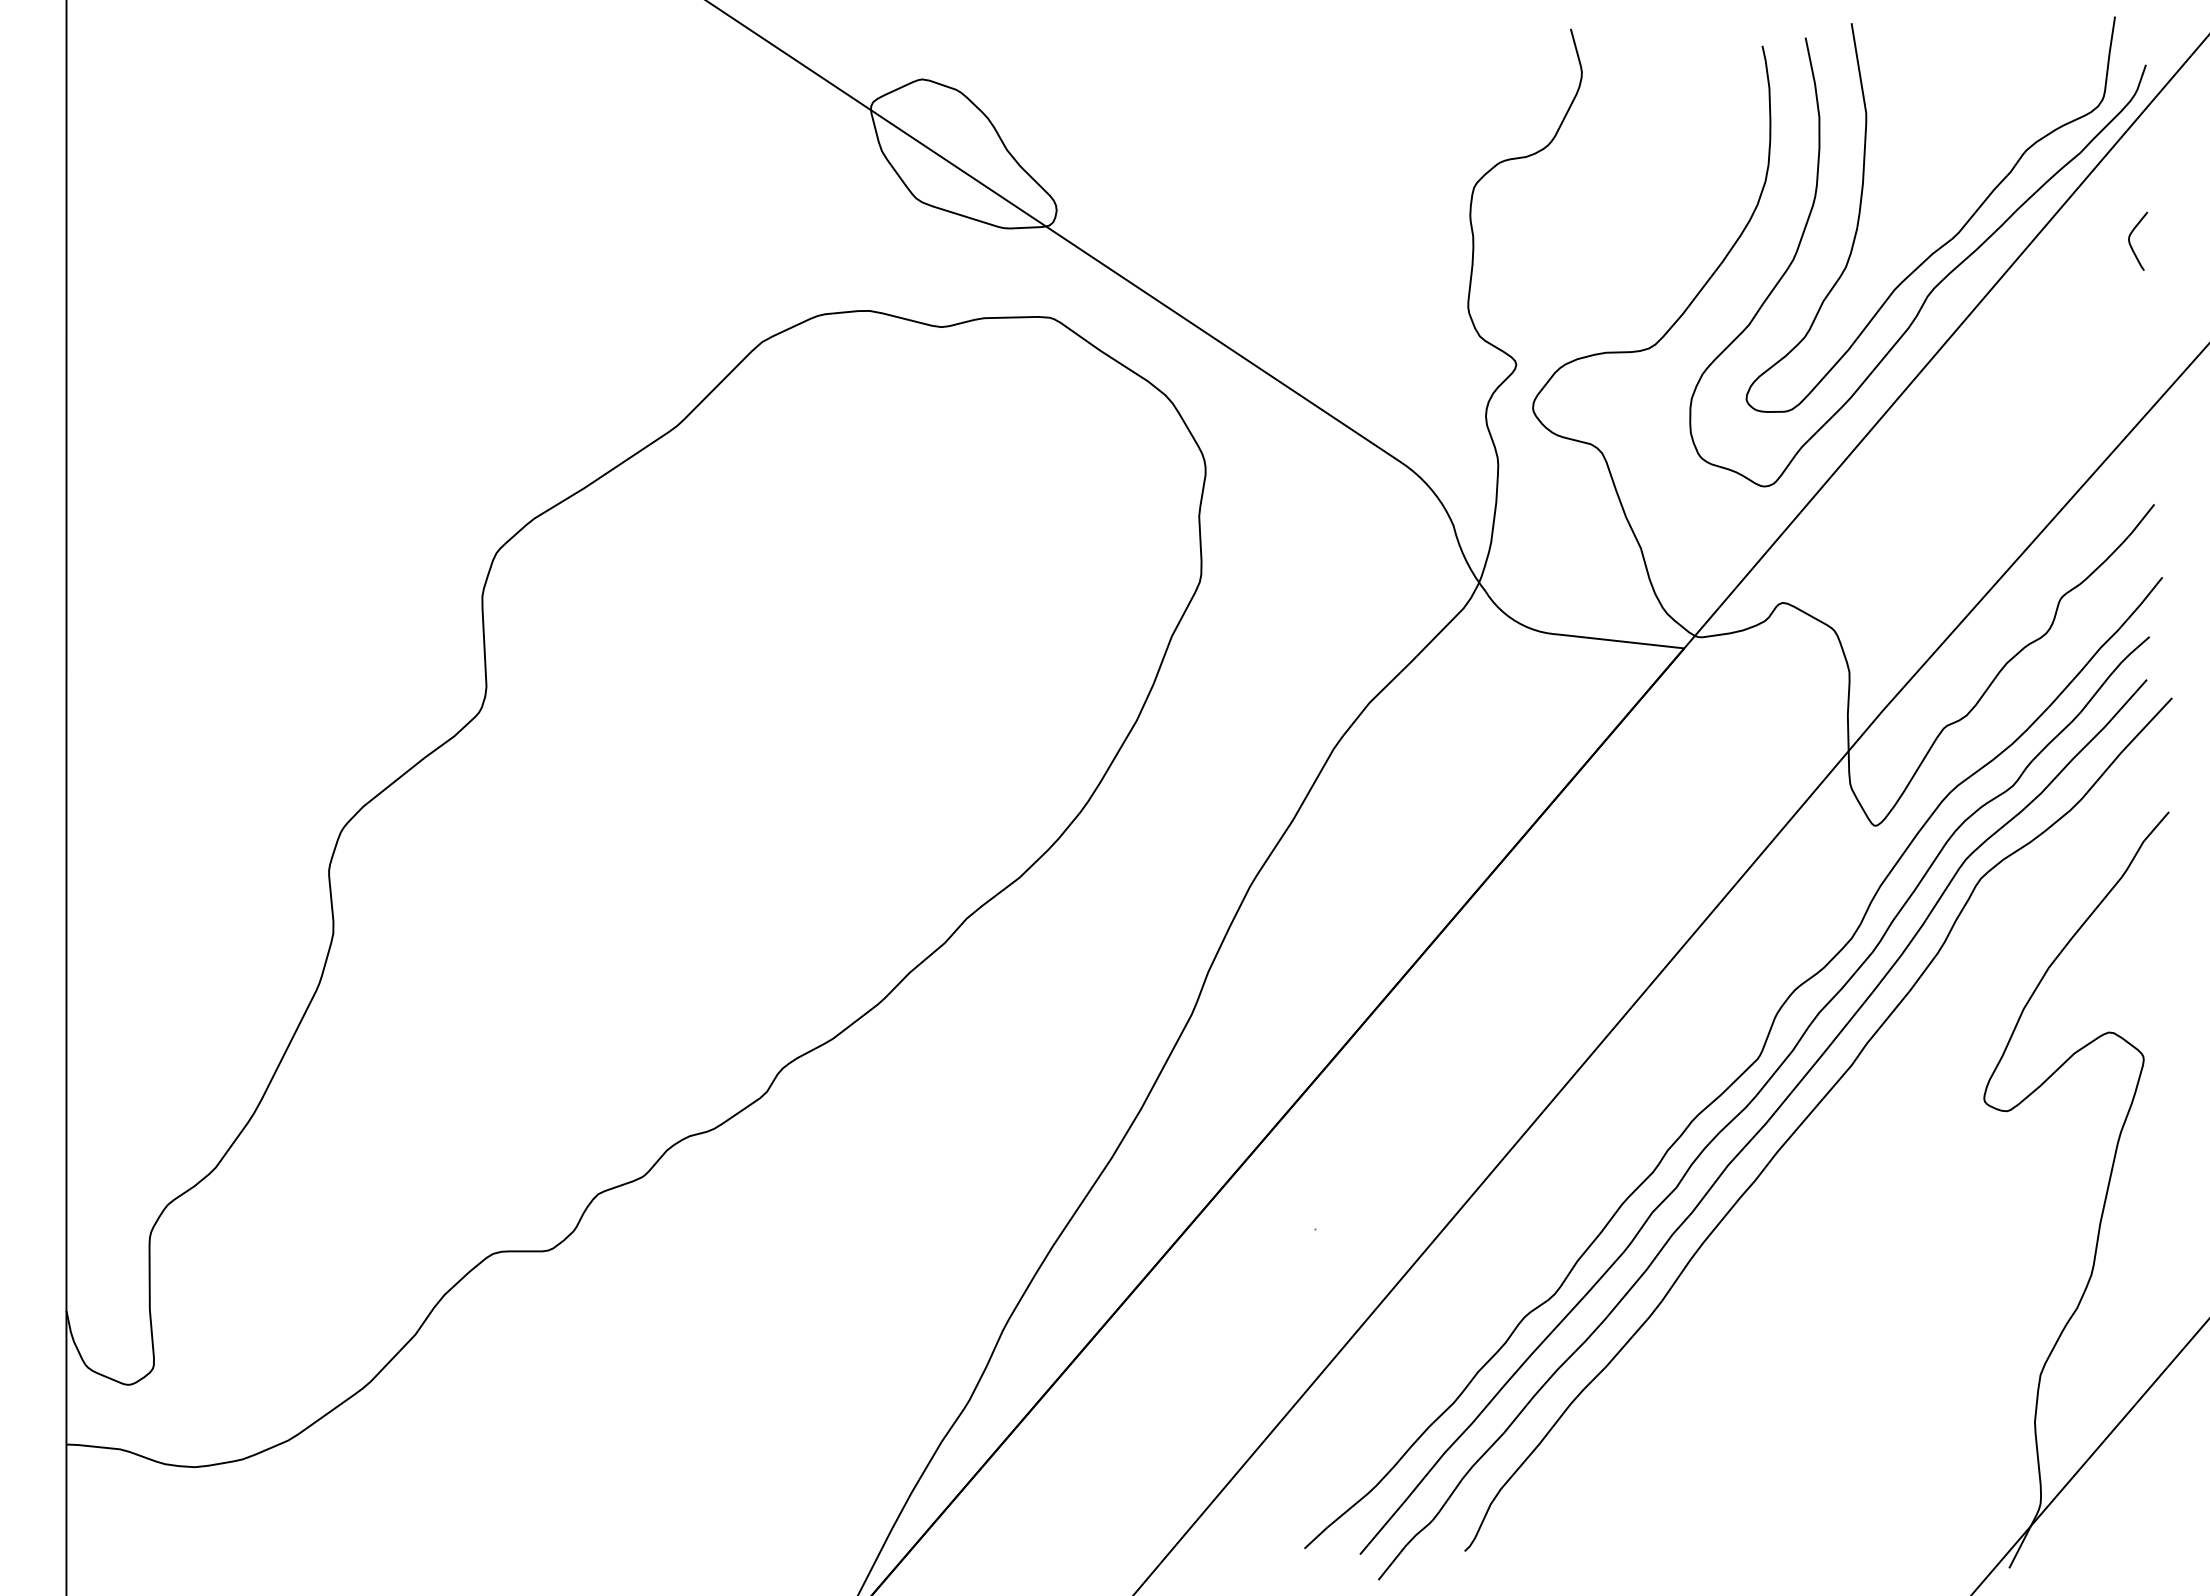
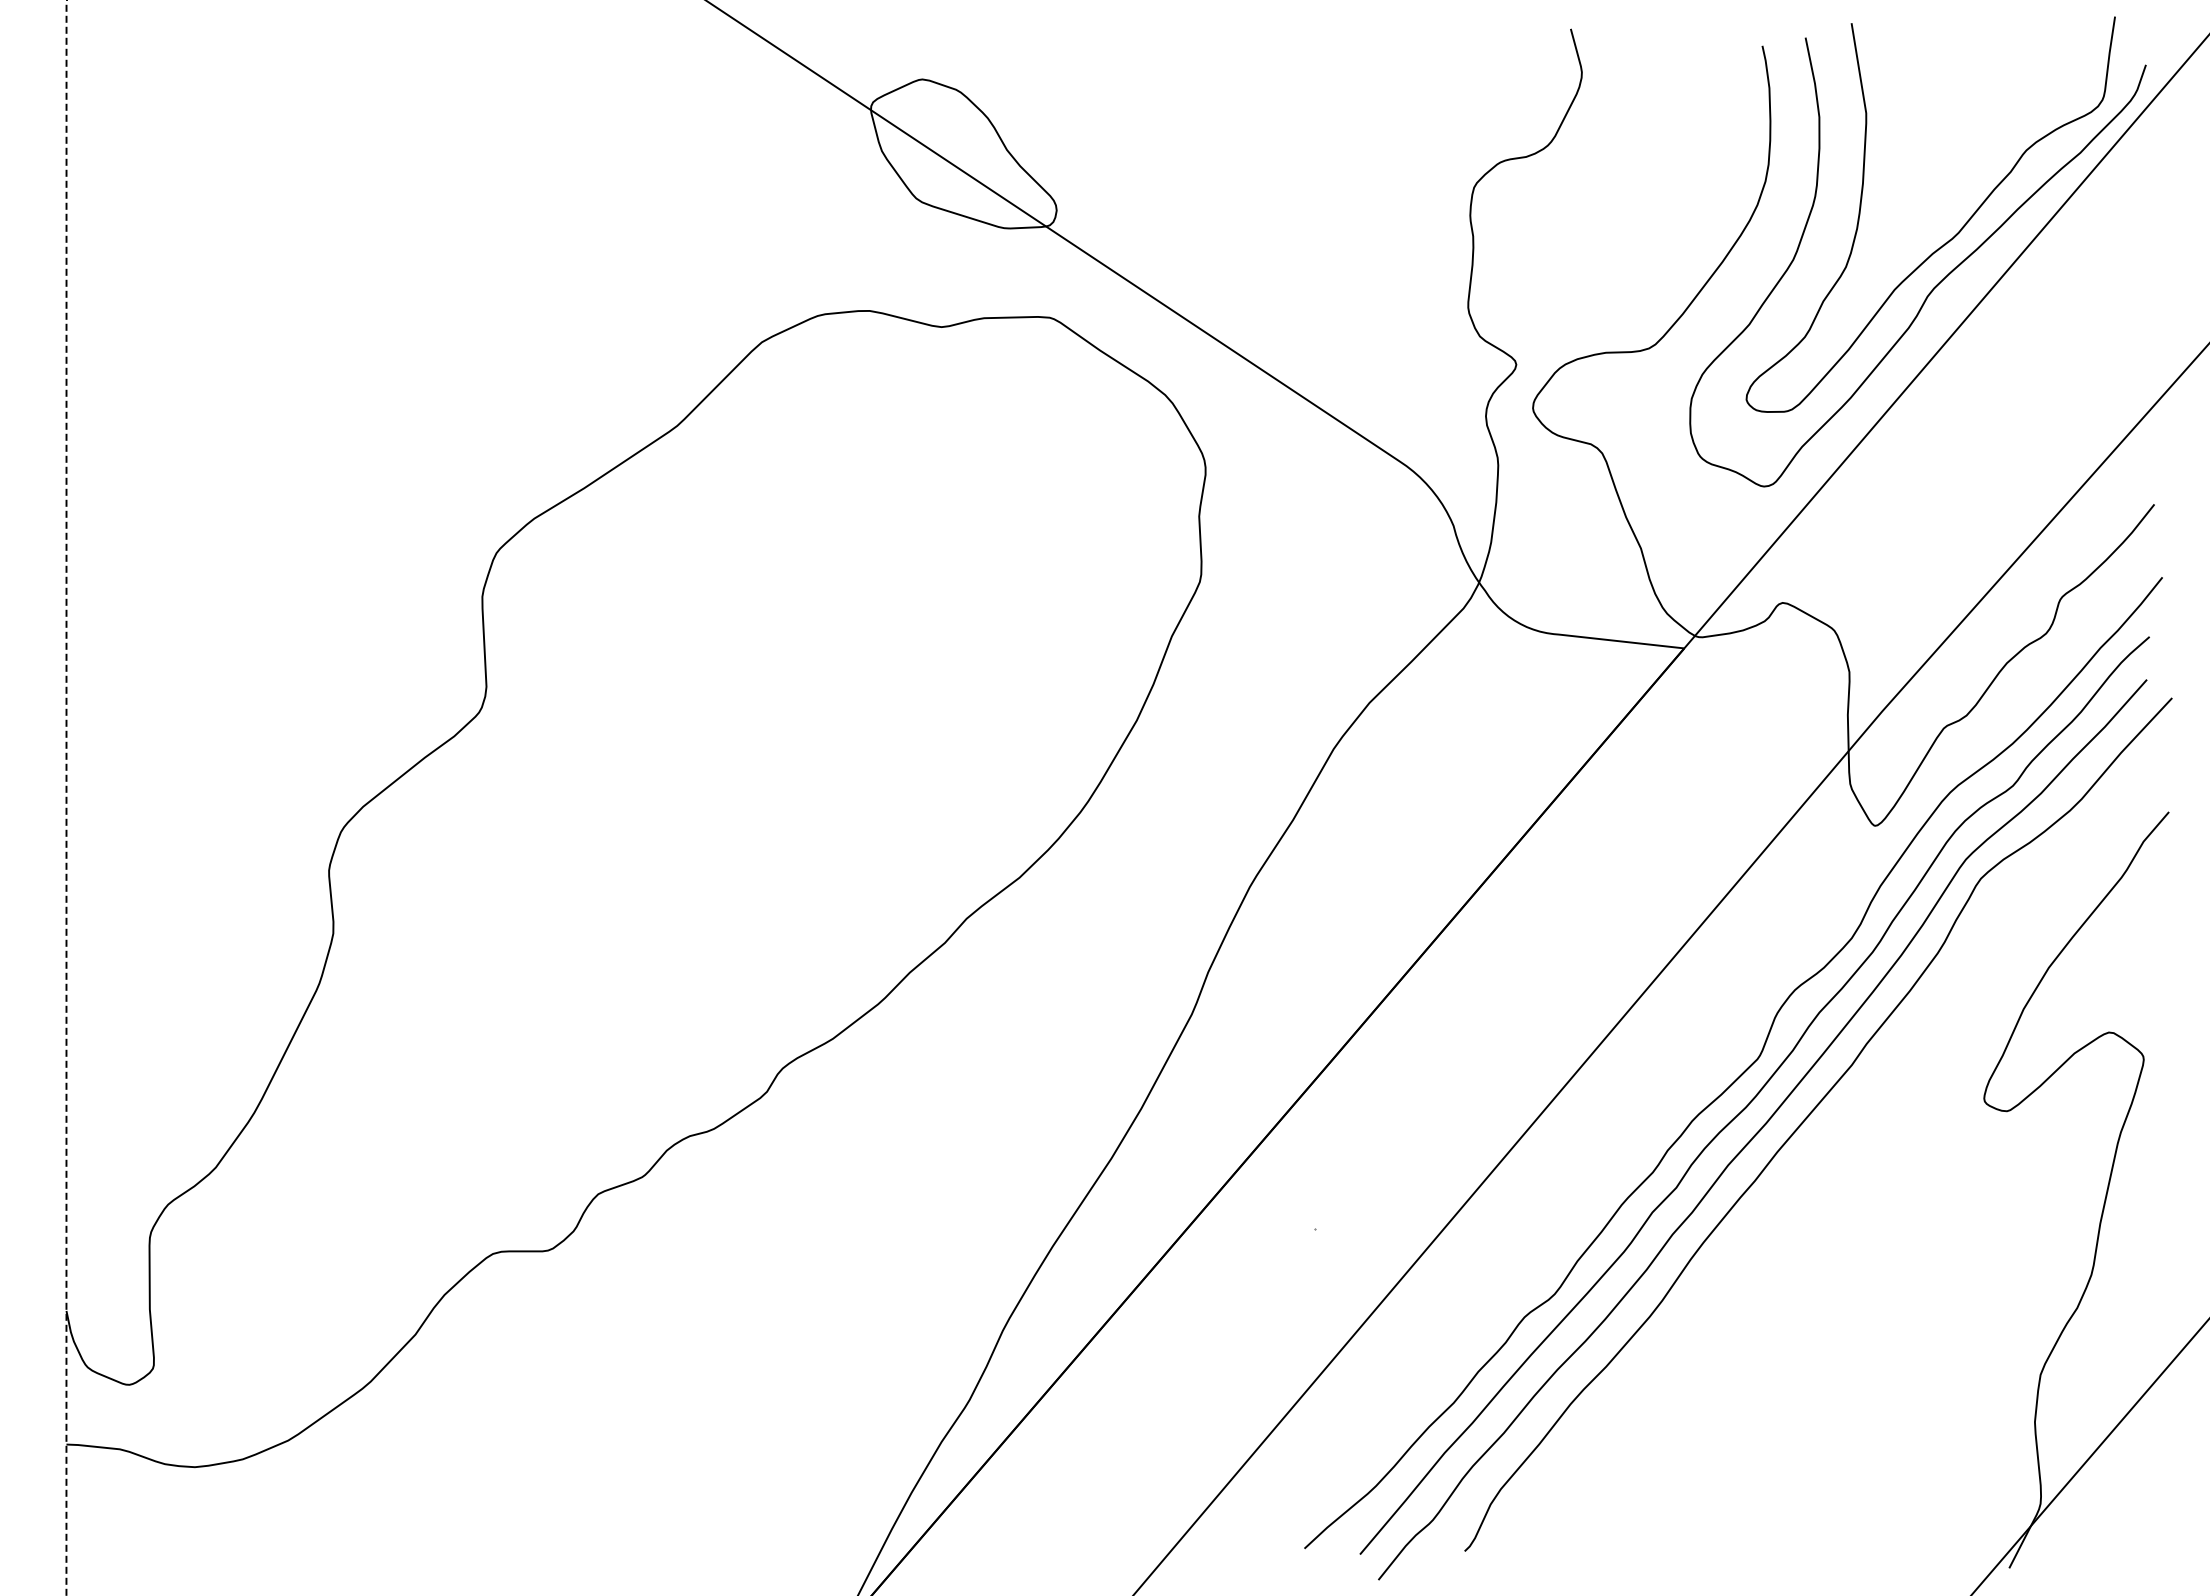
curve at (2130, 241): present -> none
line at (66, 797): solid -> dashed
